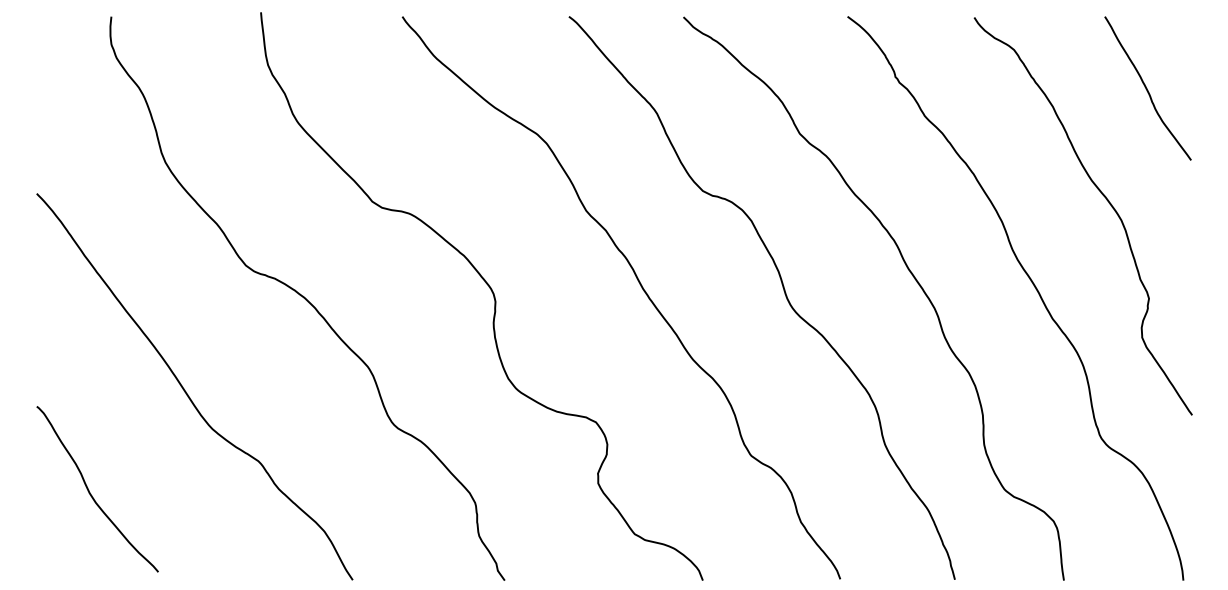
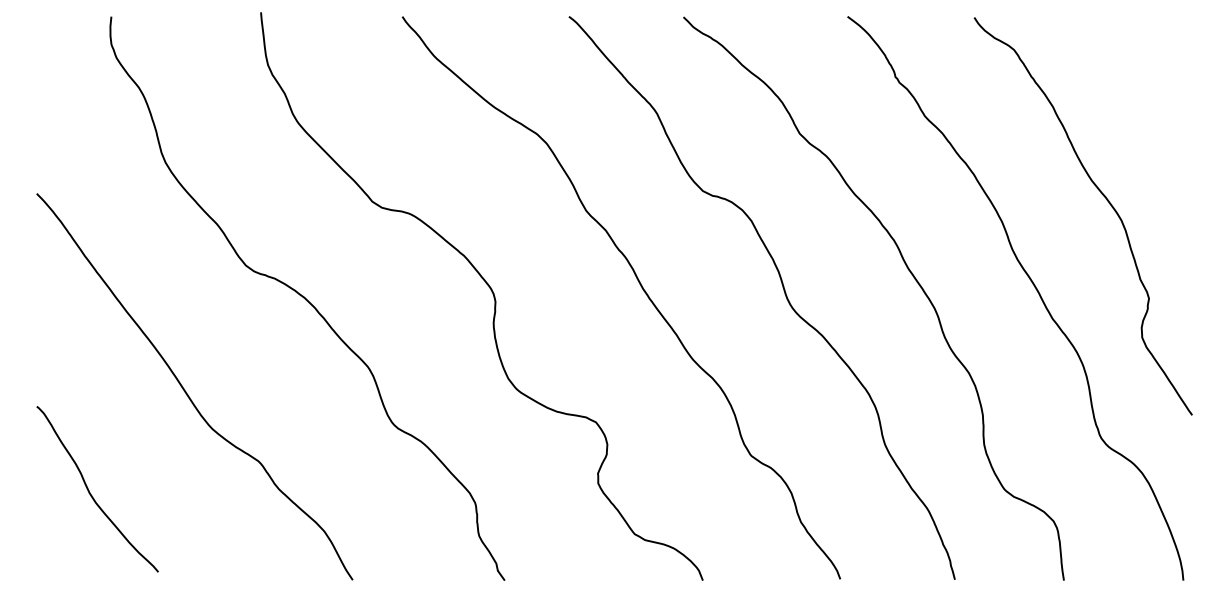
curve at (1147, 88): present -> none
